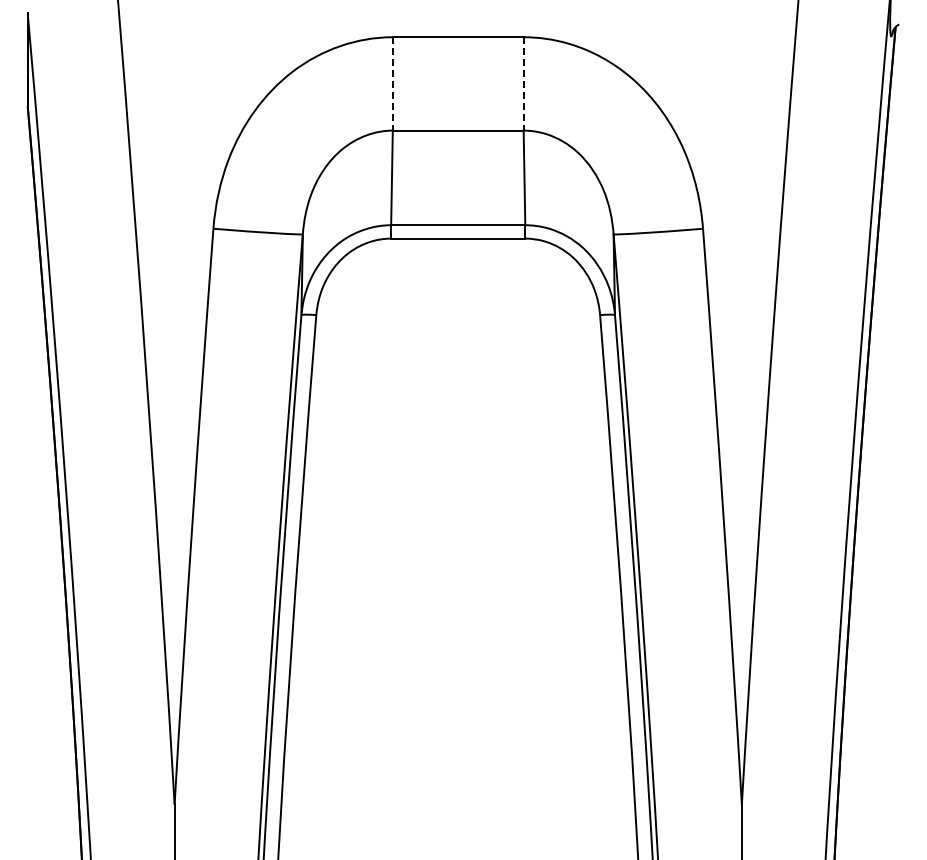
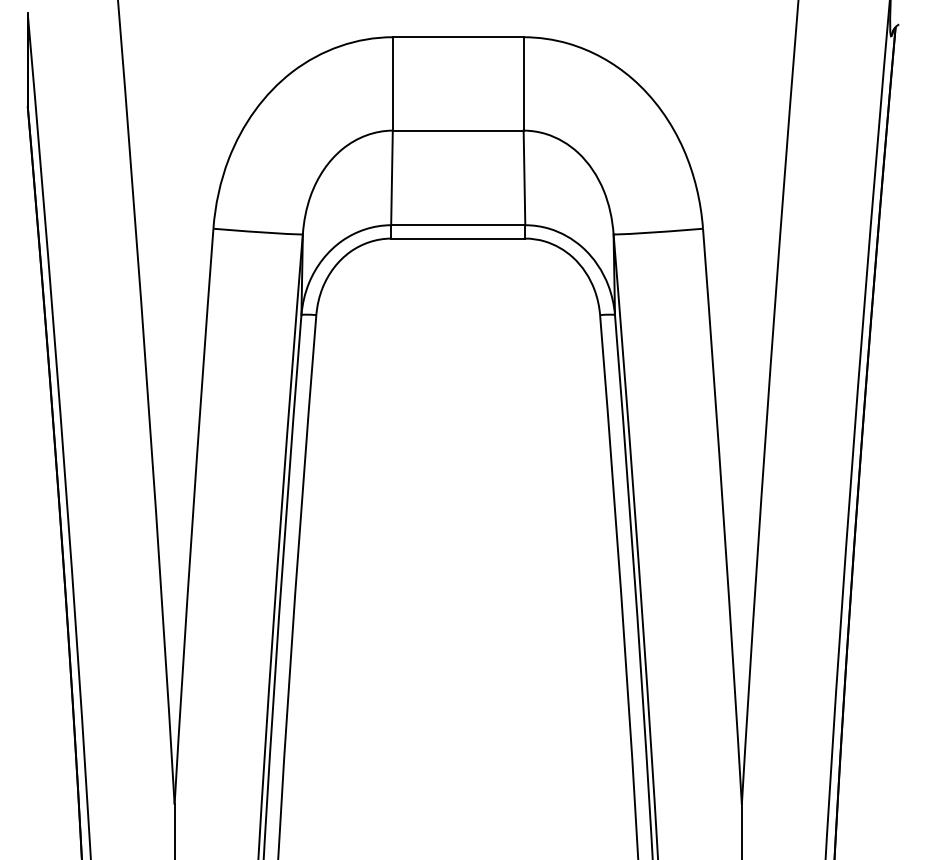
line at (392, 83): dashed -> solid
line at (523, 83): dashed -> solid
